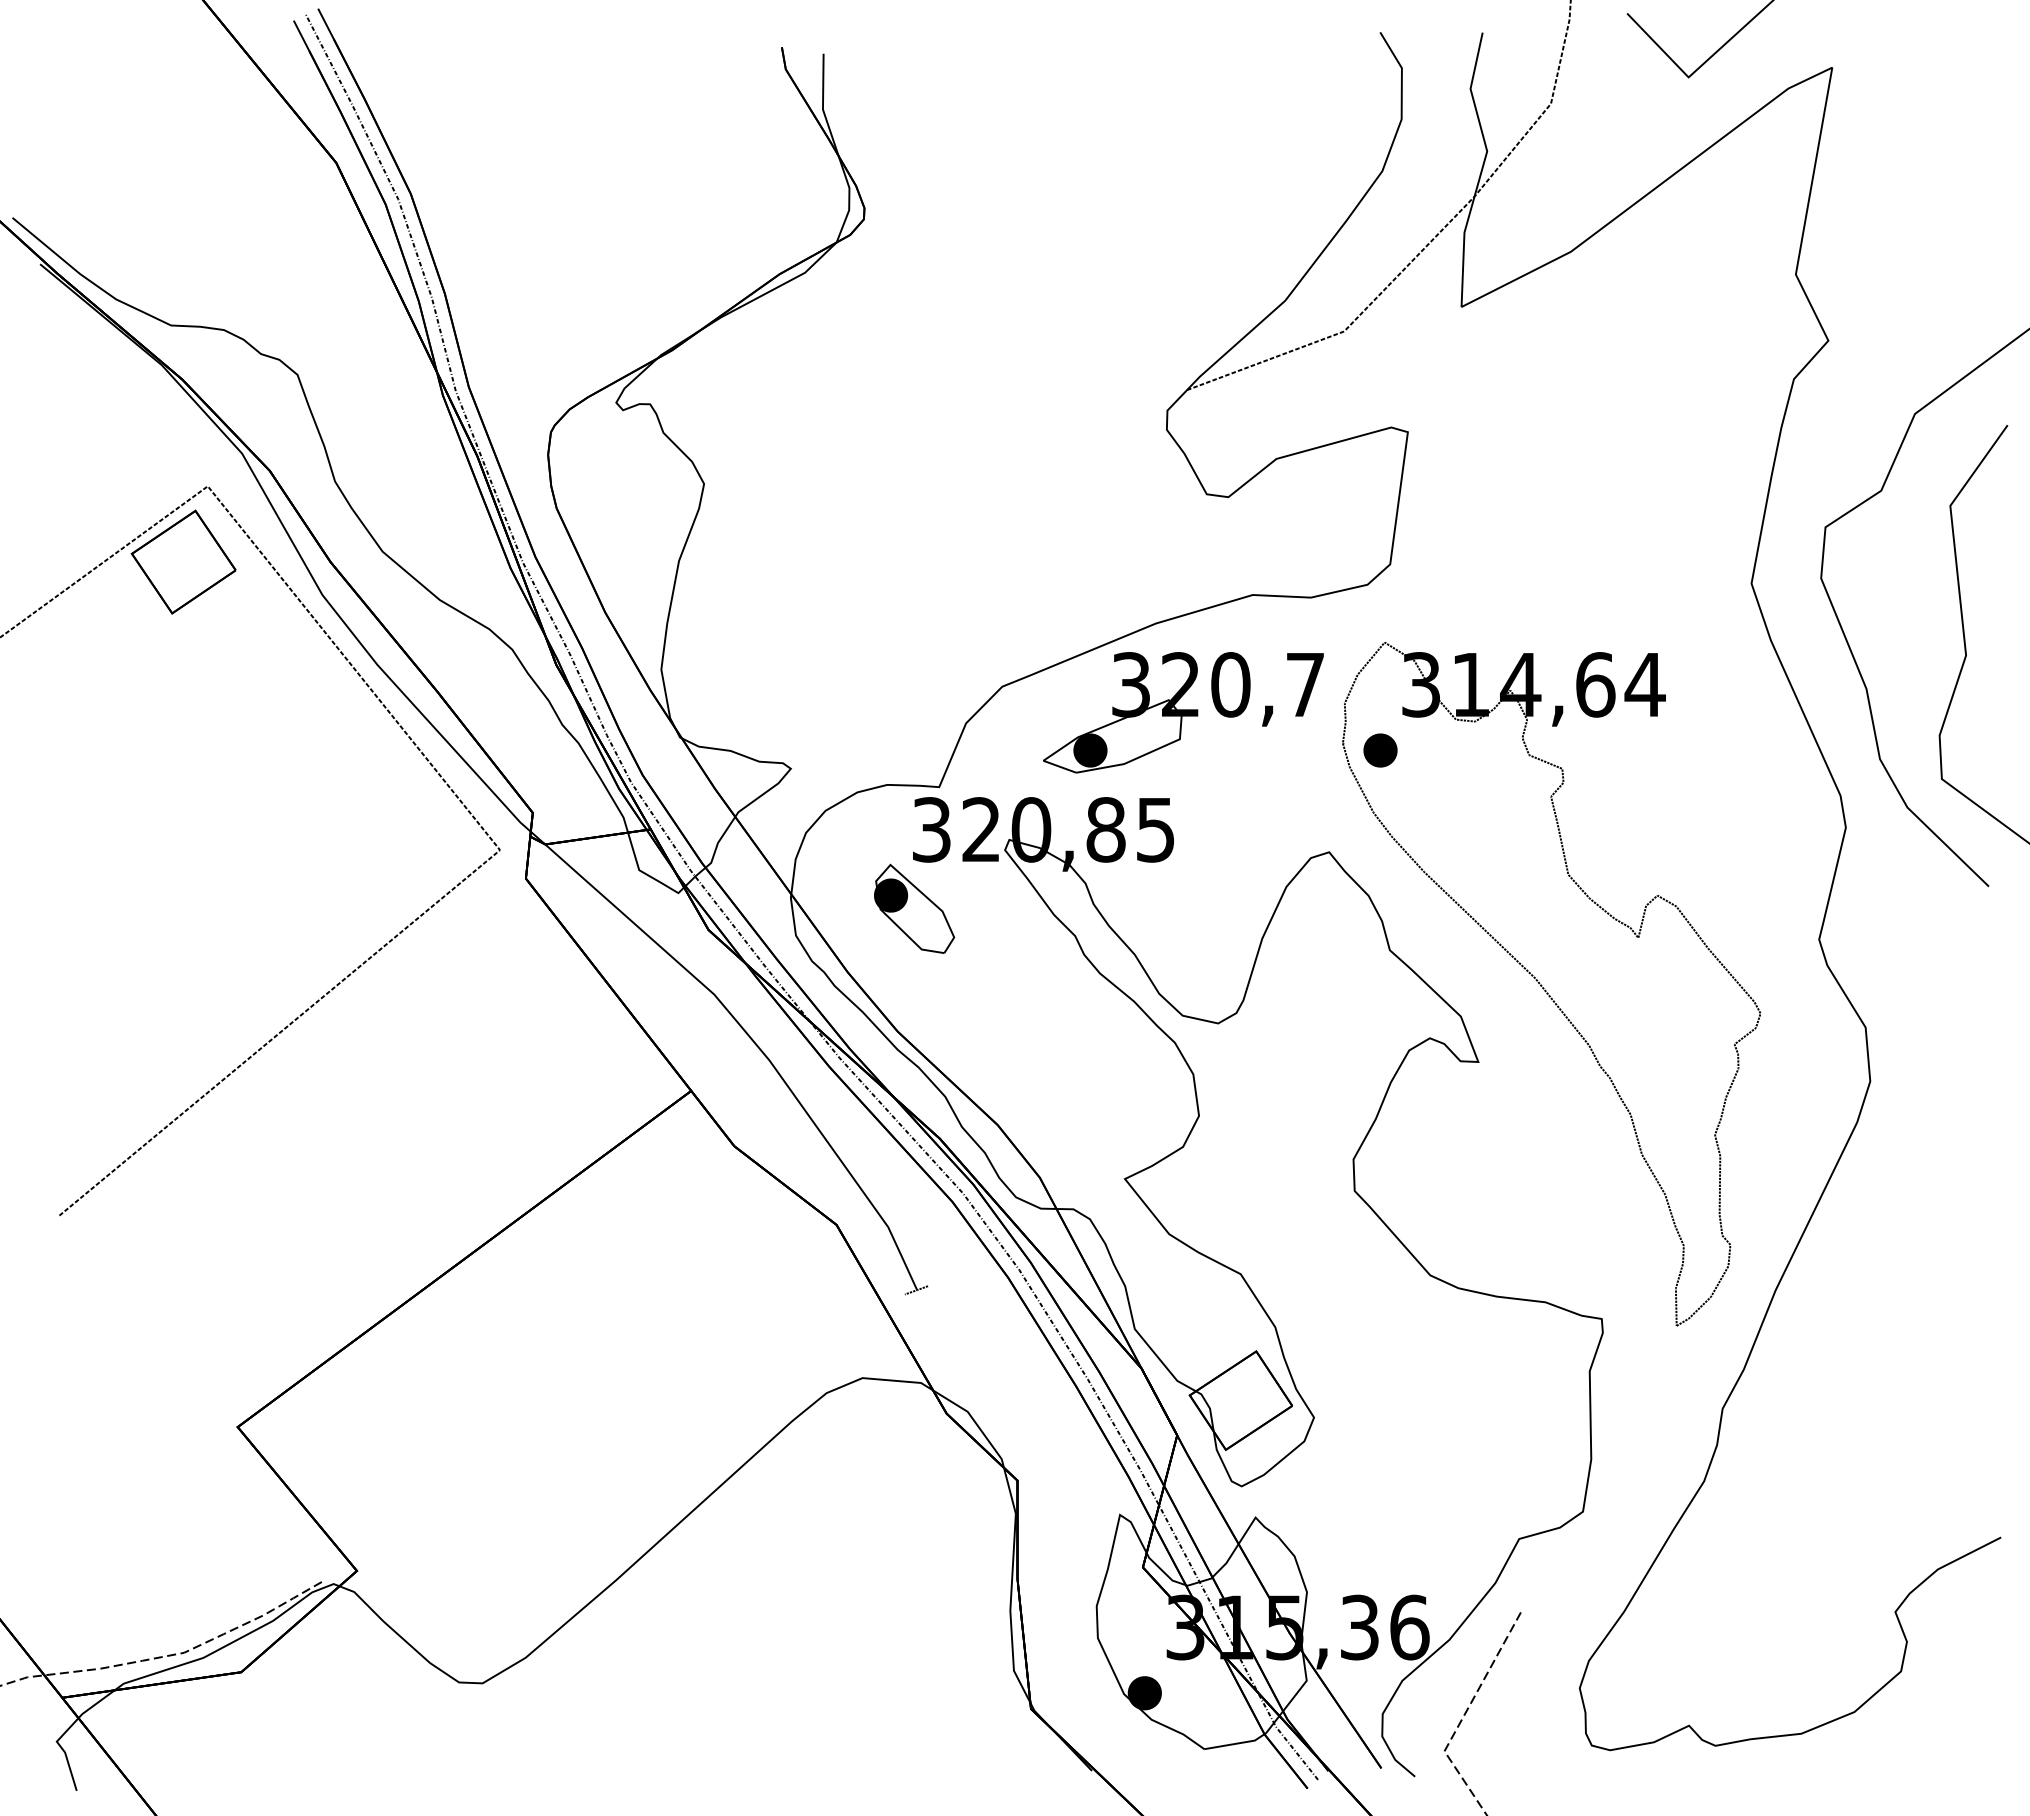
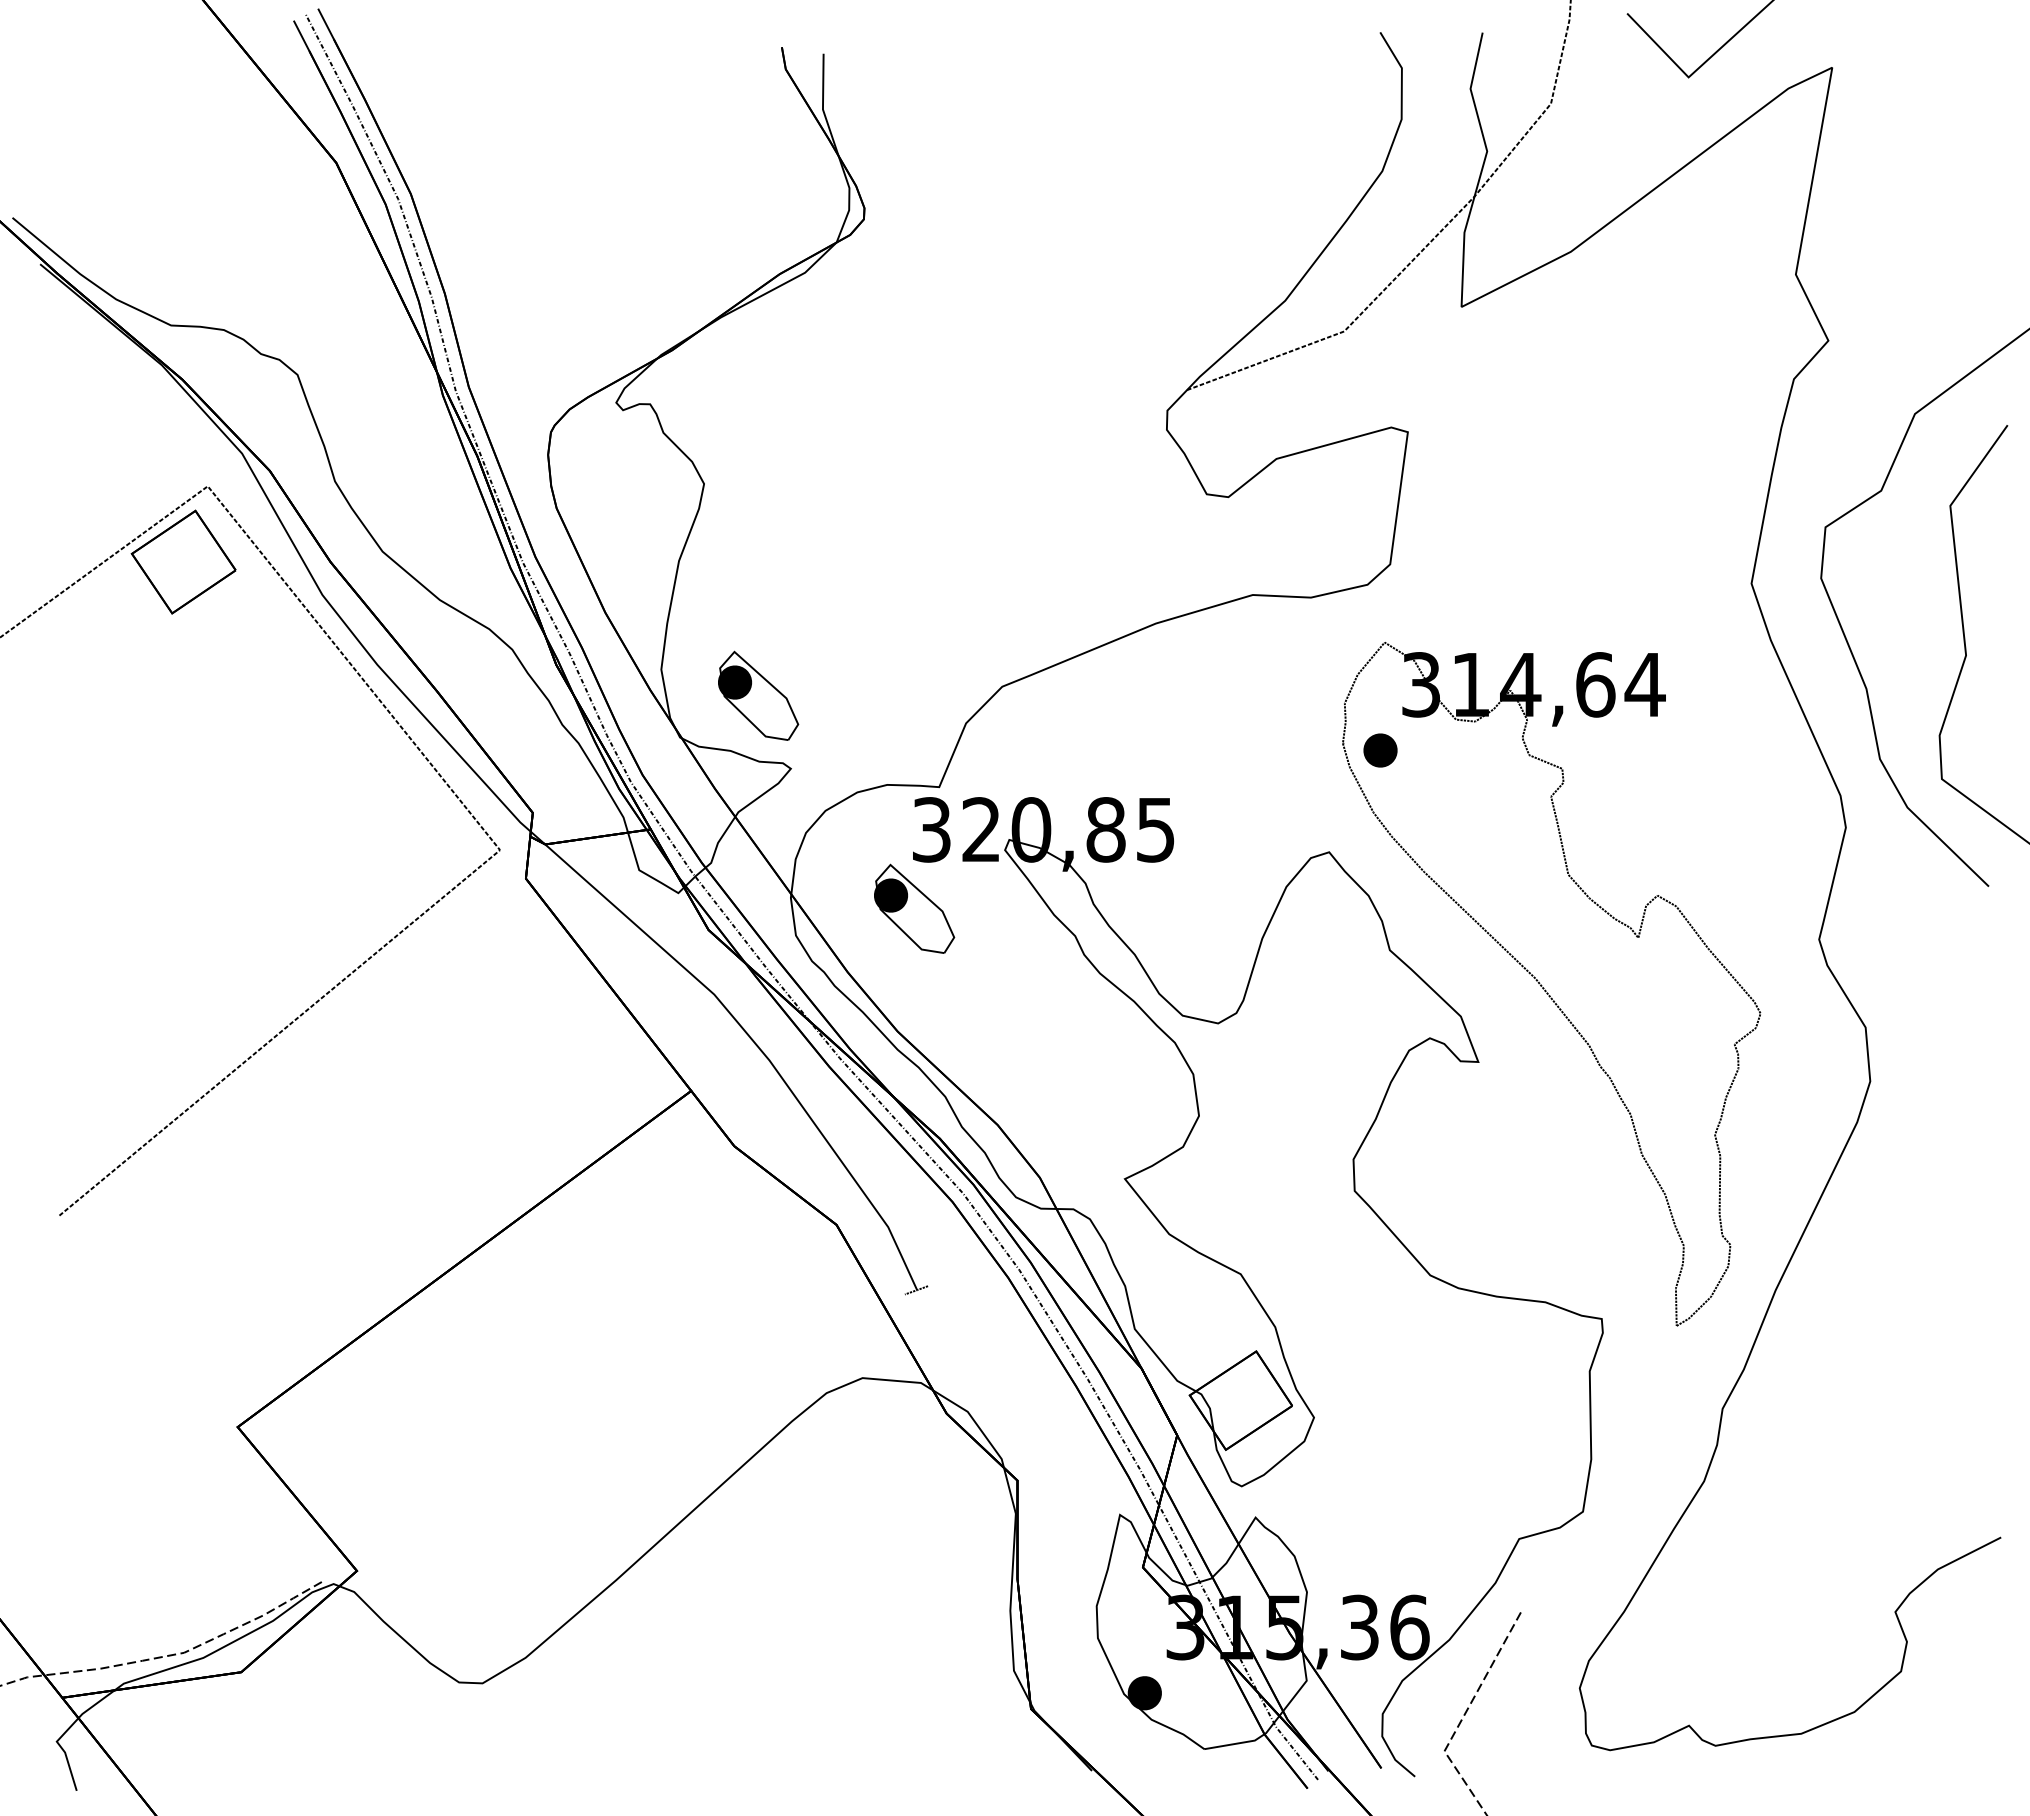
part at (758, 695): none -> present
part at (1183, 712): present -> none
